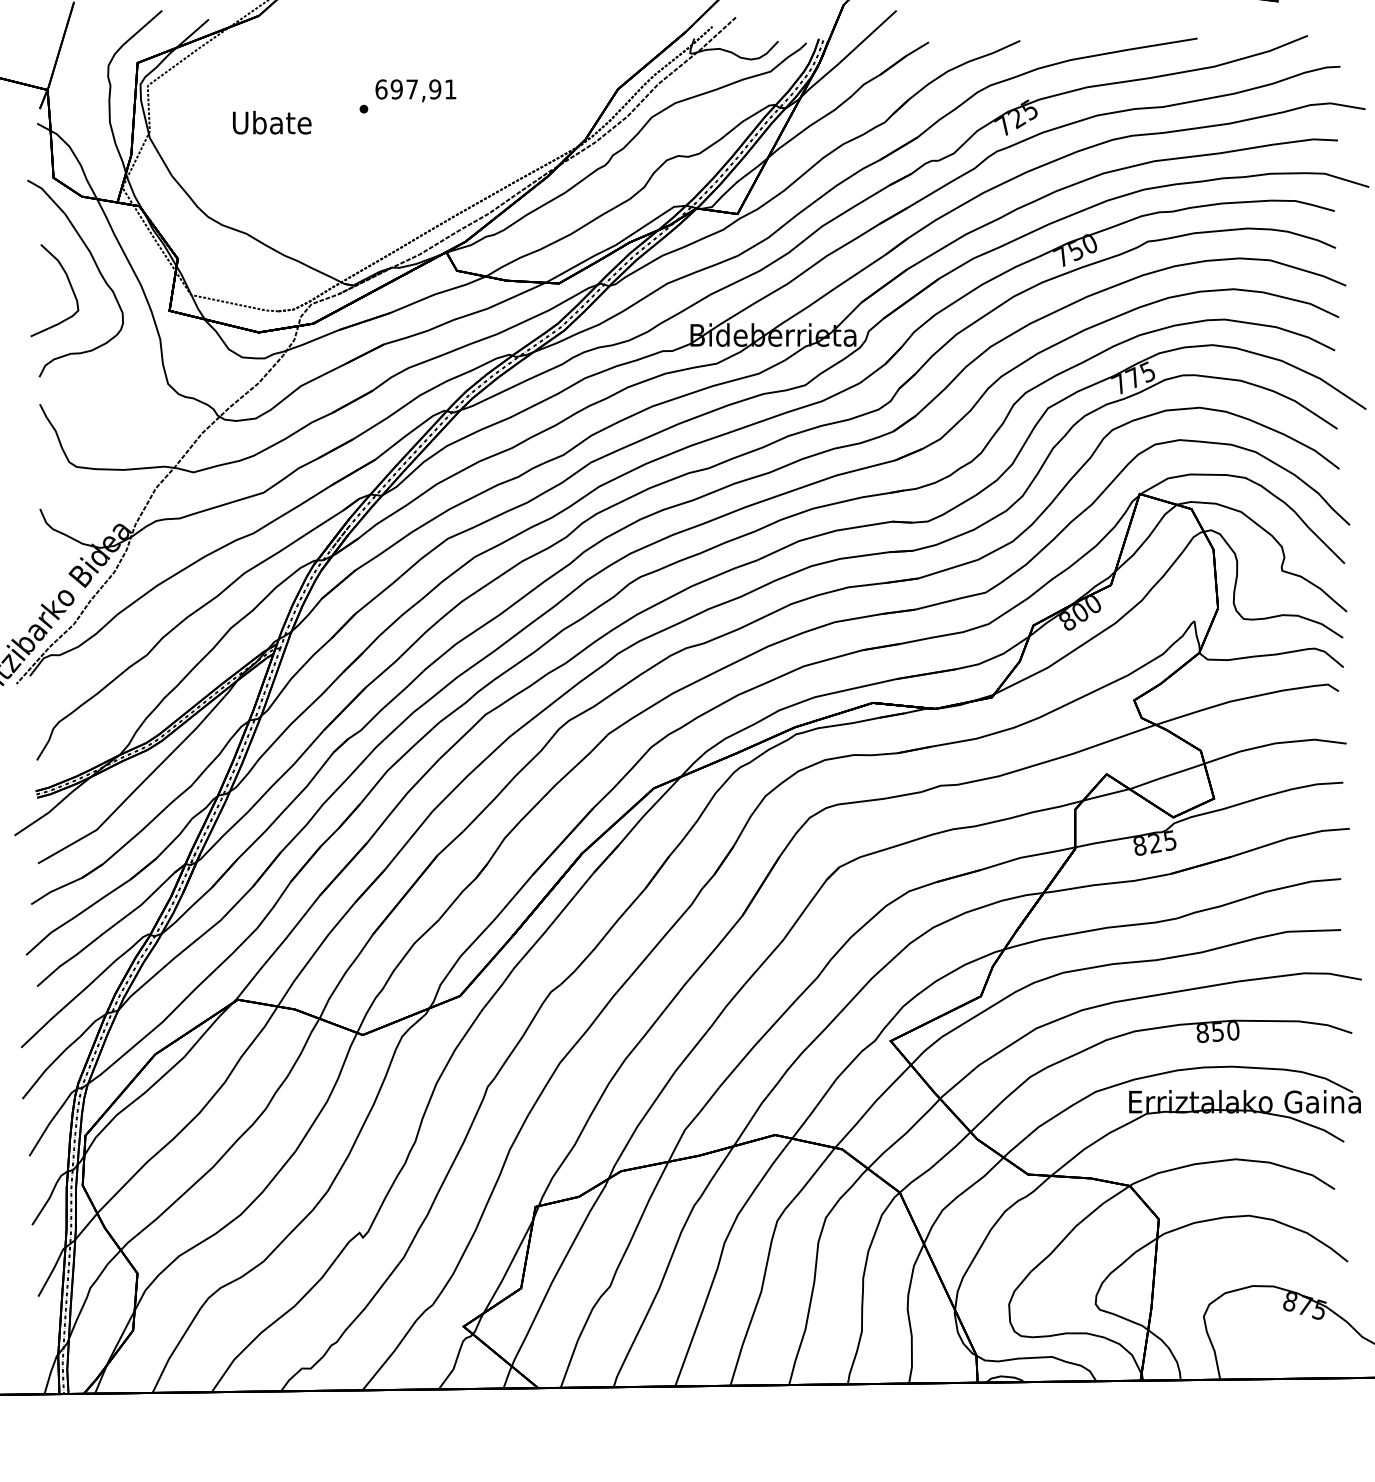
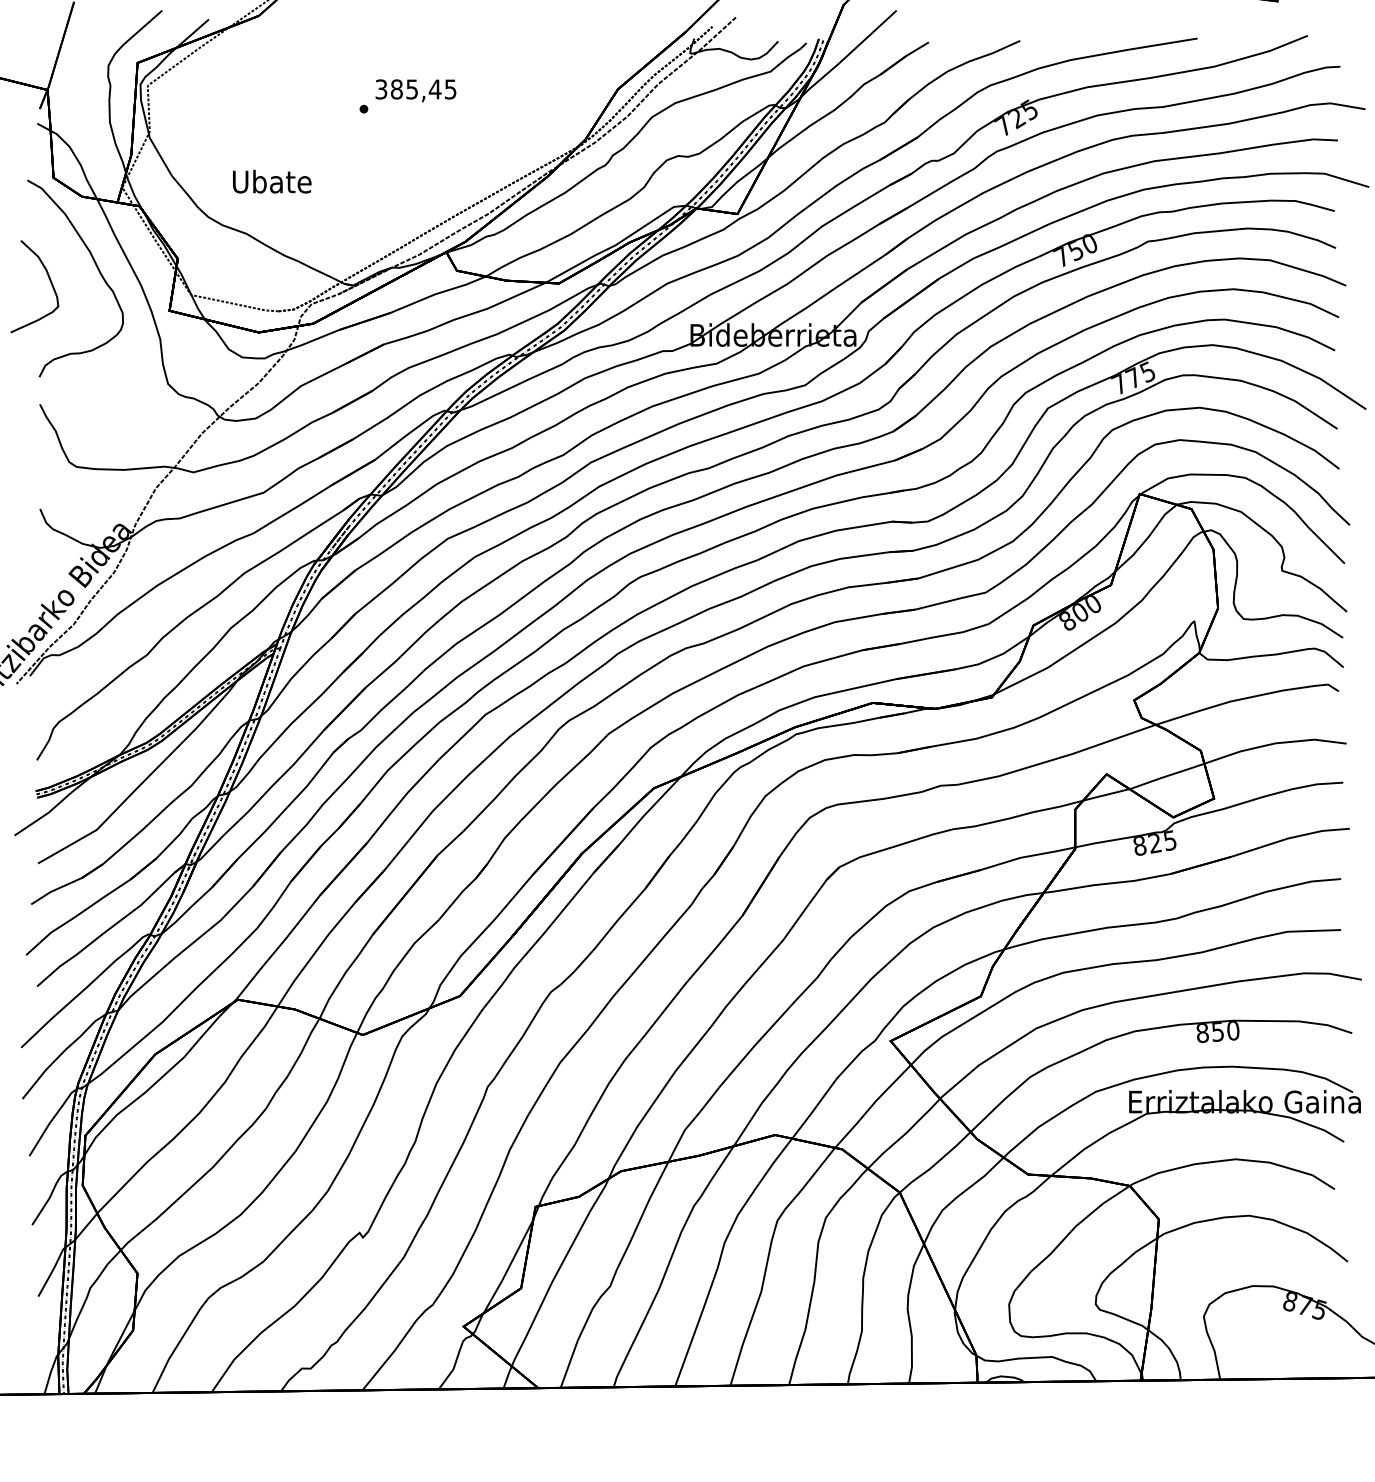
text at (415, 89): 697,91 -> 385,45
text at (272, 122) position: (272, 122) -> (272, 181)
curve at (68, 282) position: (68, 282) -> (48, 278)
